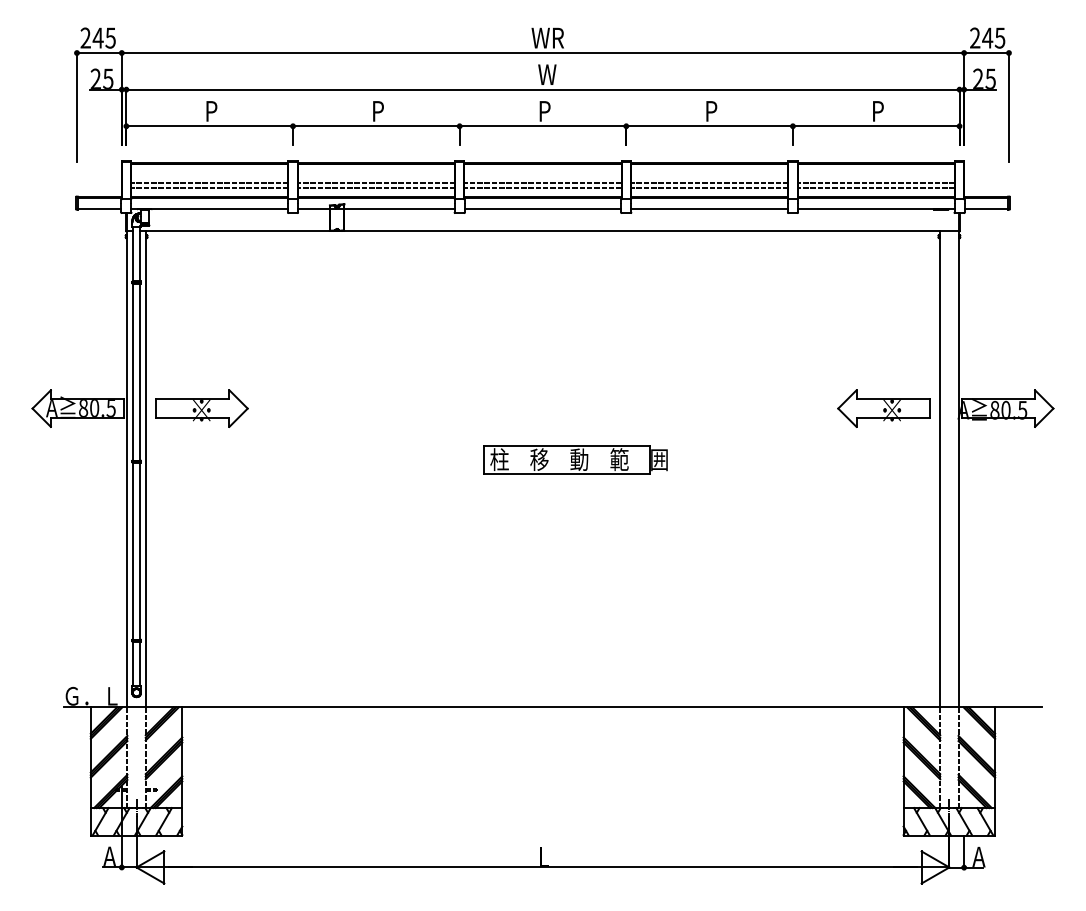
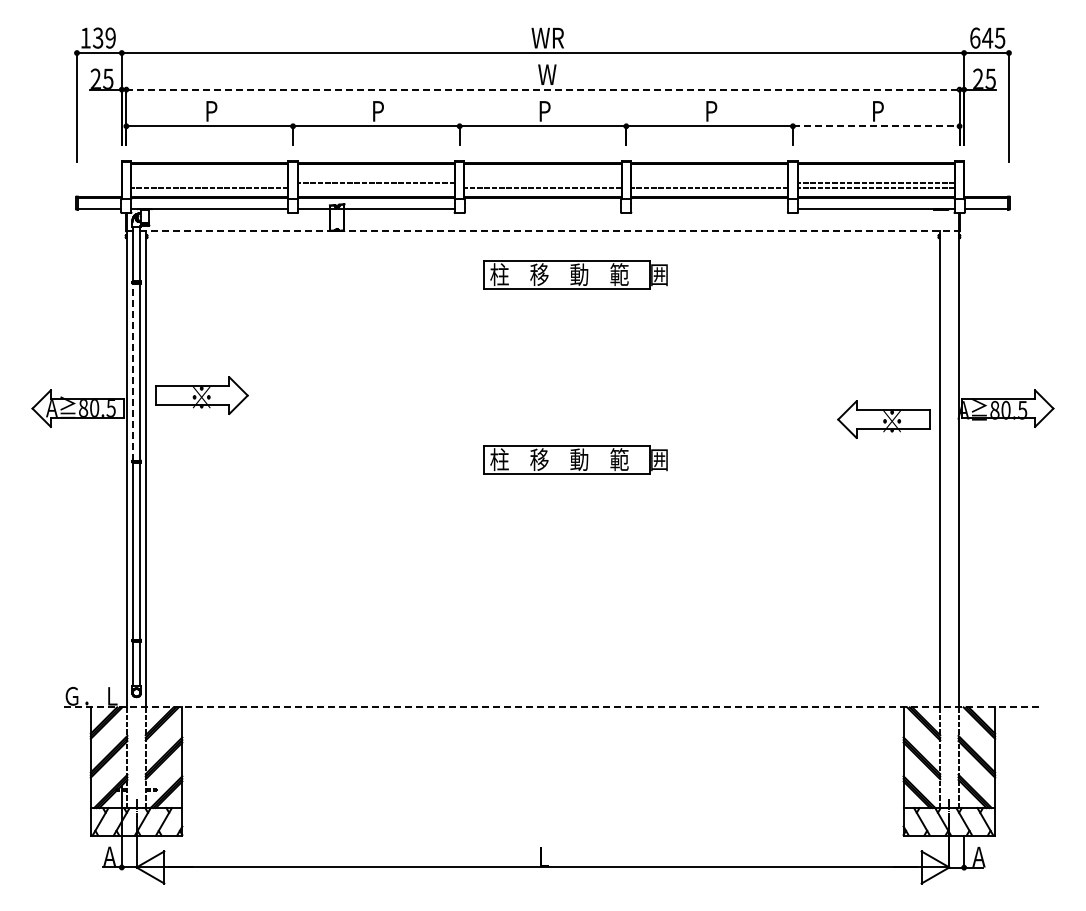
text at (97, 37): 245 -> 139
text at (975, 37): 245 -> 645
line at (542, 89): solid -> dashed
line at (876, 126): solid -> dashed
line at (209, 182): present -> none
line at (542, 182): present -> none
line at (709, 182): present -> none
line at (376, 187): present -> none
line at (542, 208): present -> none
line at (709, 208): present -> none
line at (550, 231): solid -> dashed
part at (575, 274): none -> present
line at (132, 371): solid -> dashed
part at (201, 408) position: (201, 408) -> (201, 395)
part at (883, 408) position: (883, 408) -> (883, 419)
line at (553, 707): solid -> dashed
